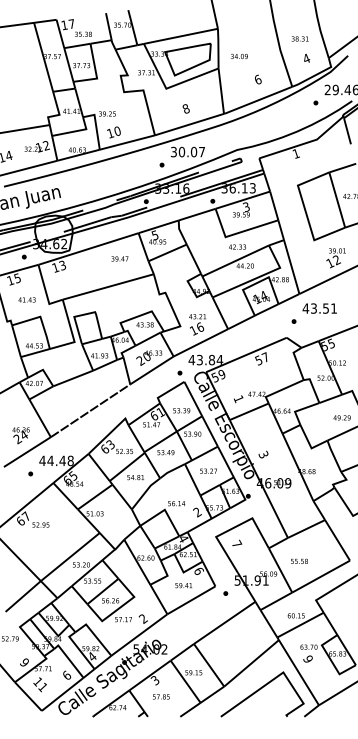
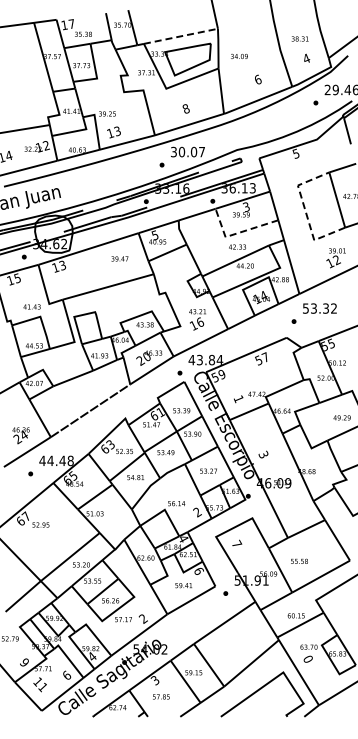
line at (180, 36): solid -> dashed
text at (117, 131): 10 -> 13
text at (295, 153): 1 -> 5
line at (305, 211): solid -> dashed
line at (236, 233): solid -> dashed
text at (26, 299) position: (26, 299) -> (31, 306)
text at (319, 308): 43.51 -> 53.32
text at (197, 324) position: (197, 324) -> (197, 319)
text at (307, 658): 9 -> 0
